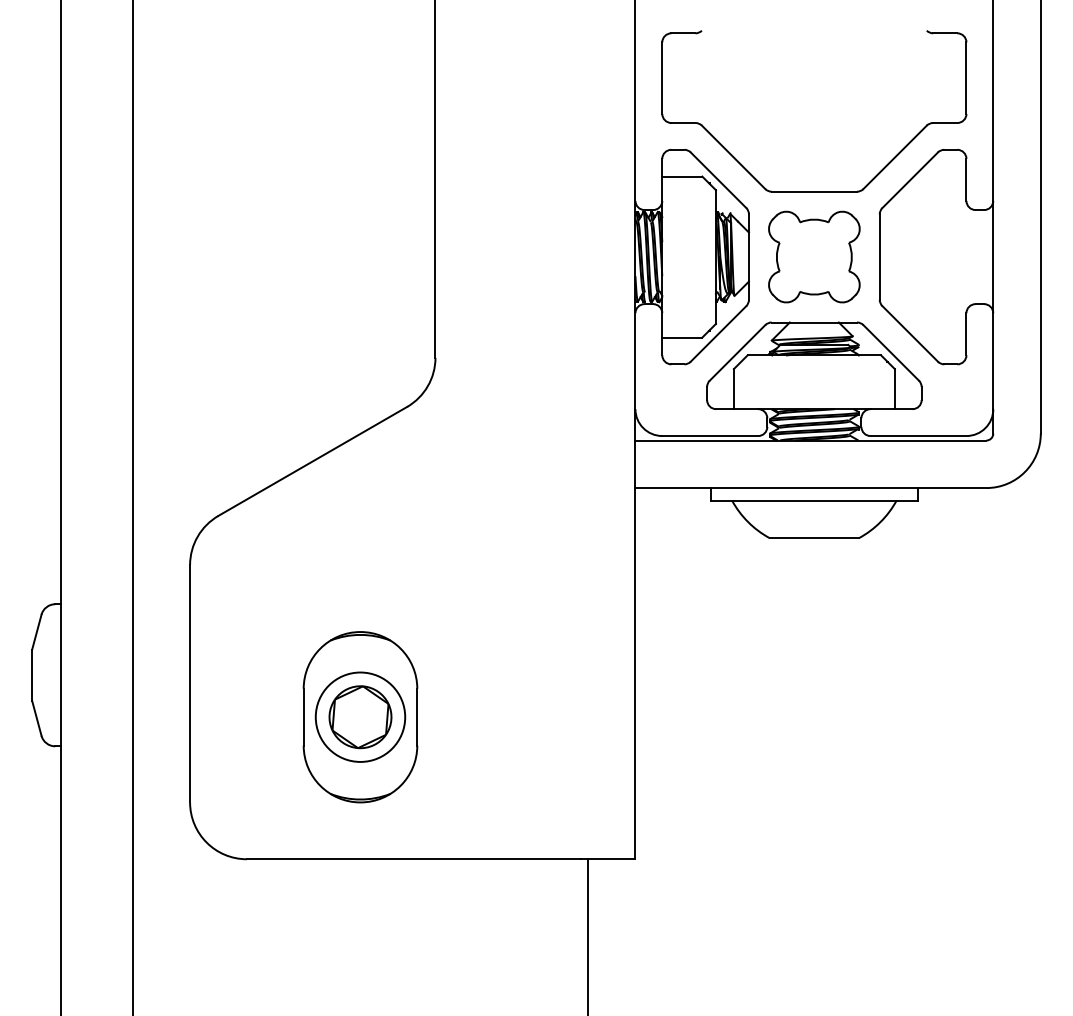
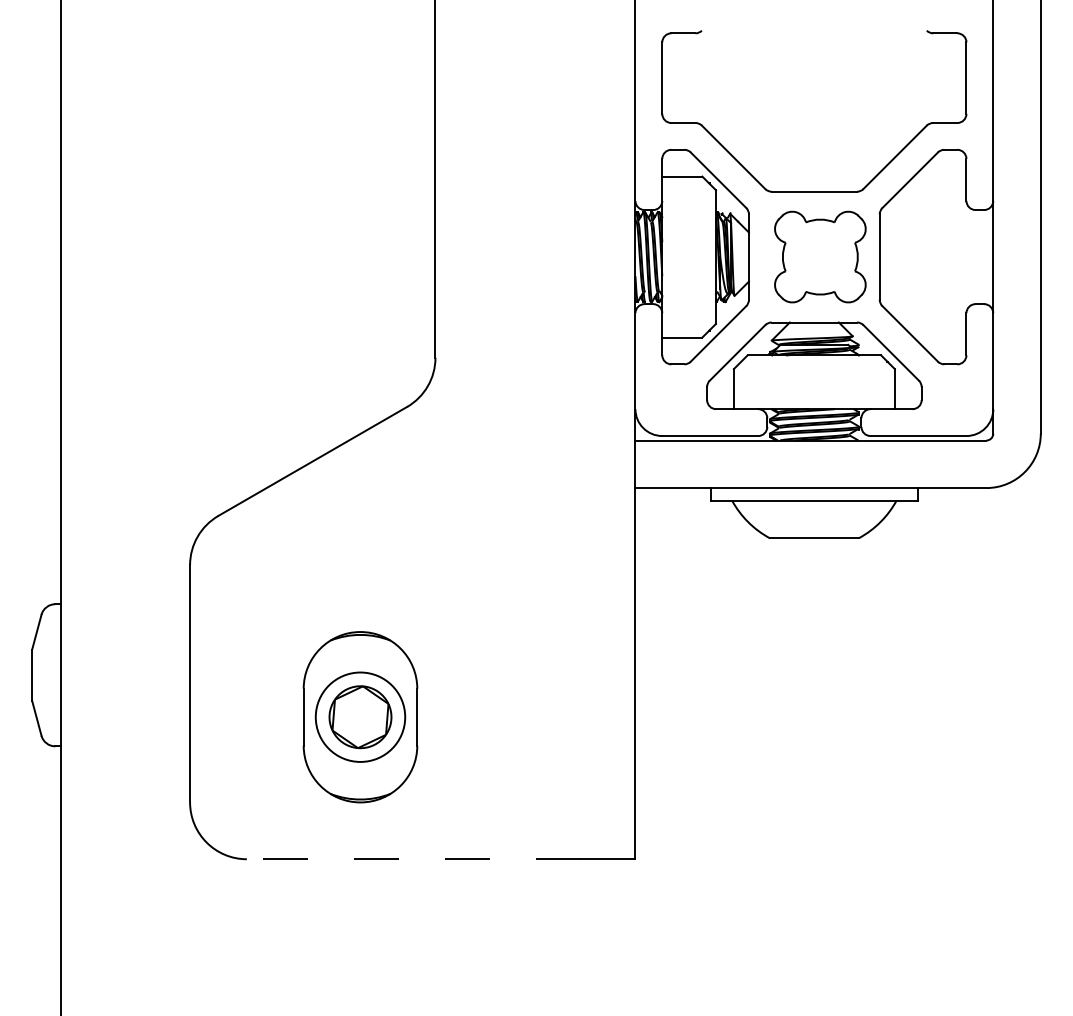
part at (814, 256) position: (814, 256) -> (820, 256)
line at (133, 507): present -> none
line at (413, 859): solid -> dashed
line at (587, 935): present -> none
